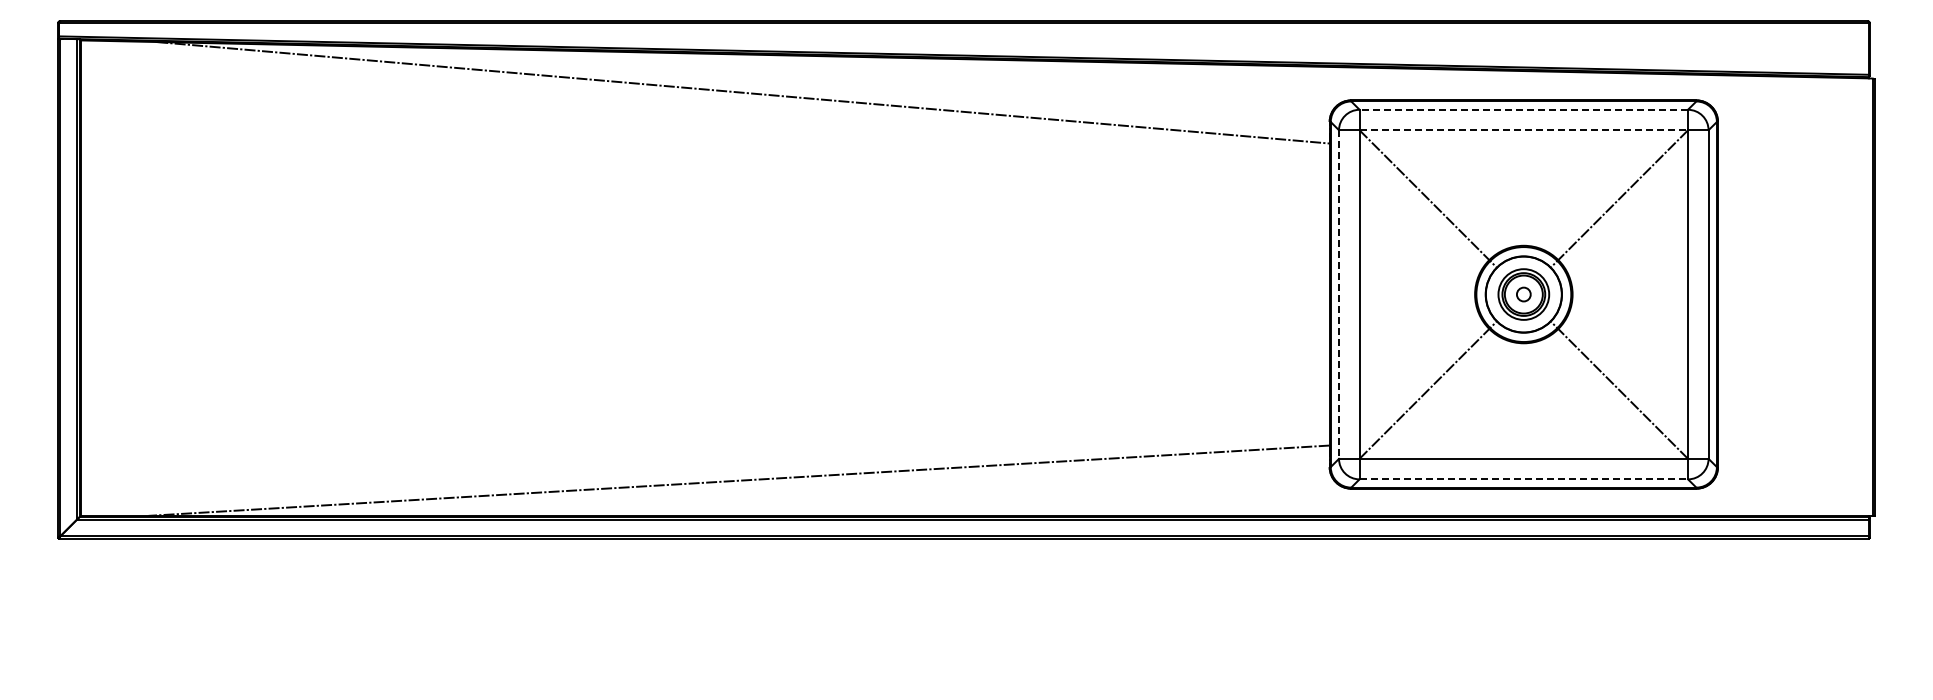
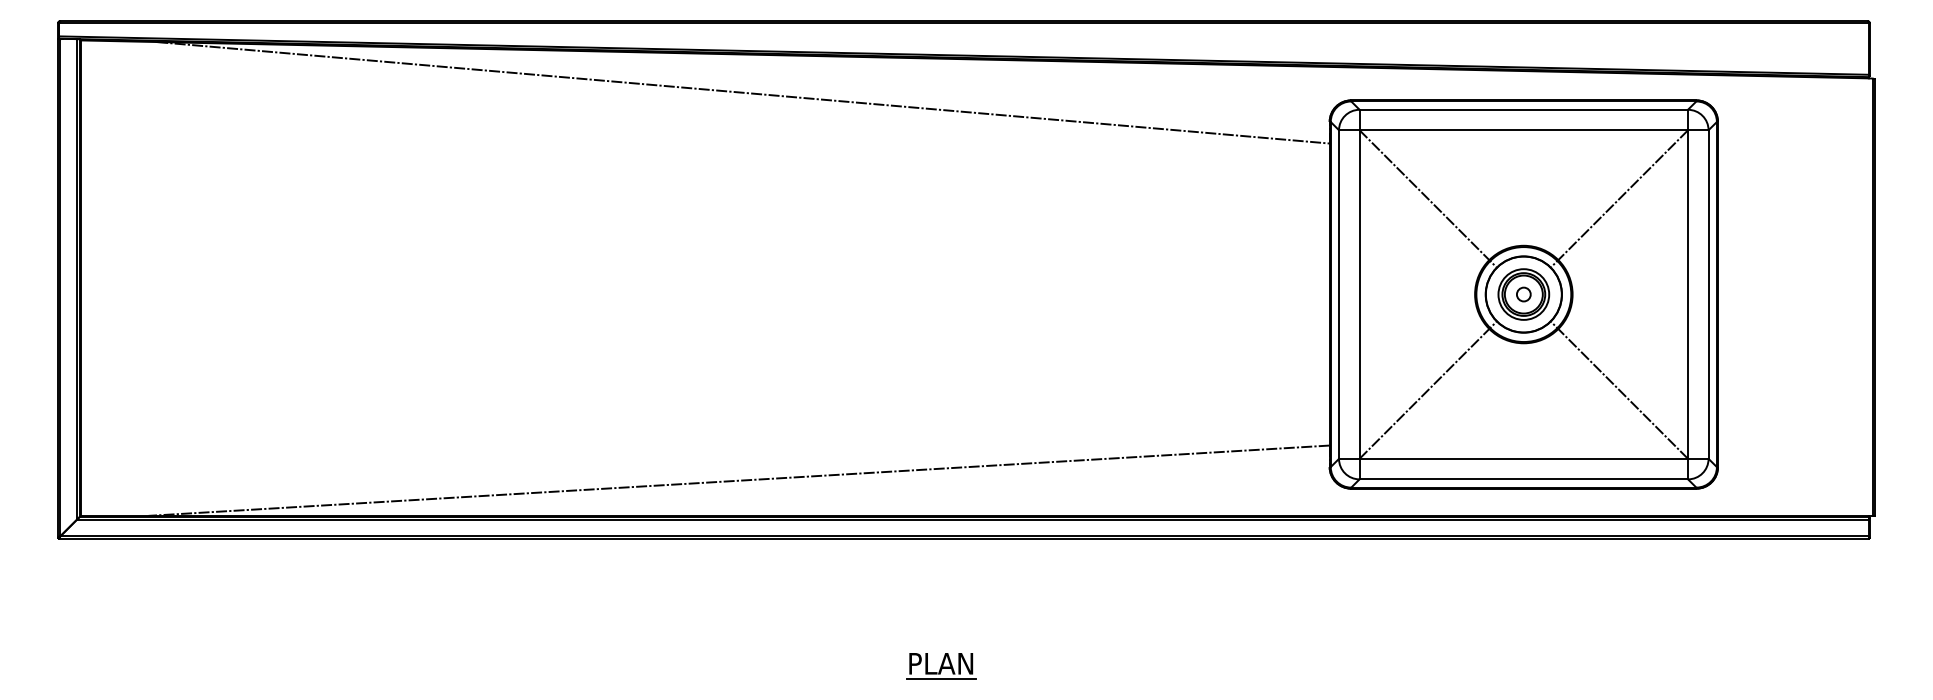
line at (1523, 109): dashed -> solid
line at (1524, 130): dashed -> solid
line at (1339, 295): dashed -> solid
line at (1524, 479): dashed -> solid
part at (941, 666): none -> present
